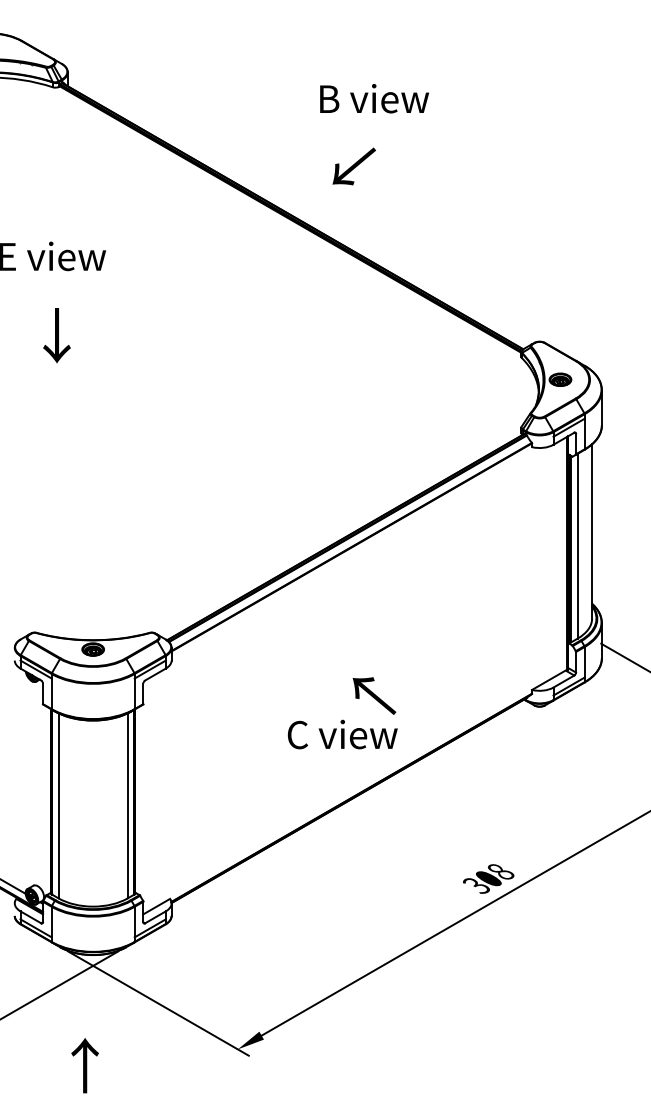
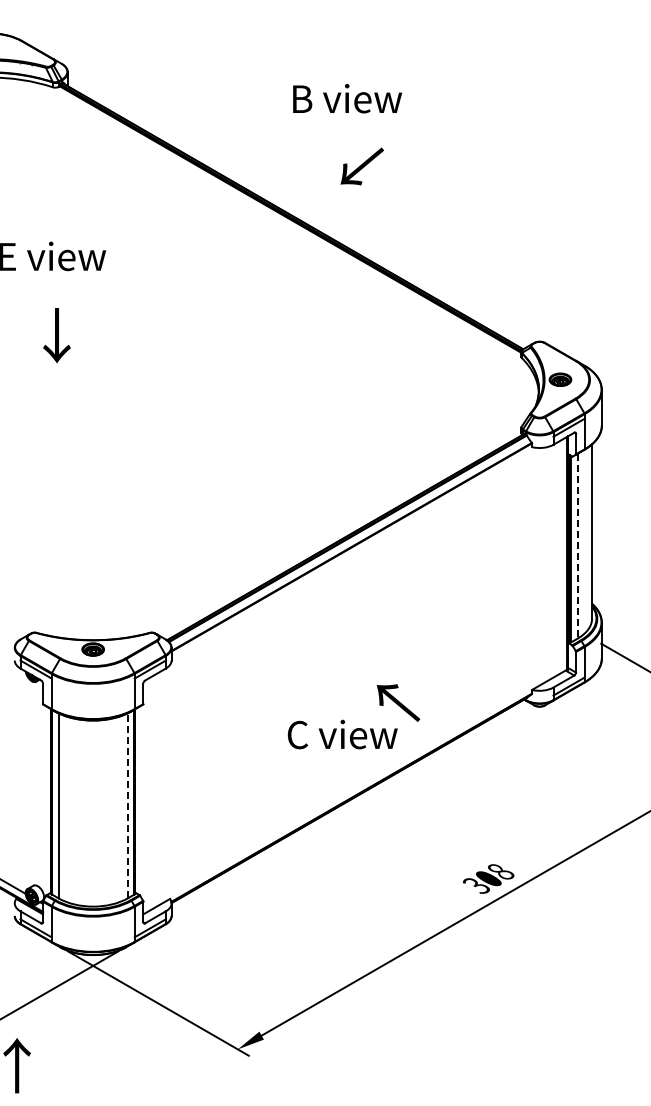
text at (374, 98) position: (374, 98) -> (347, 98)
text at (353, 166) position: (353, 166) -> (361, 166)
line at (577, 546): solid -> dashed
text at (374, 695) position: (374, 695) -> (398, 702)
line at (127, 805): solid -> dashed
text at (84, 1065) position: (84, 1065) -> (16, 1065)
